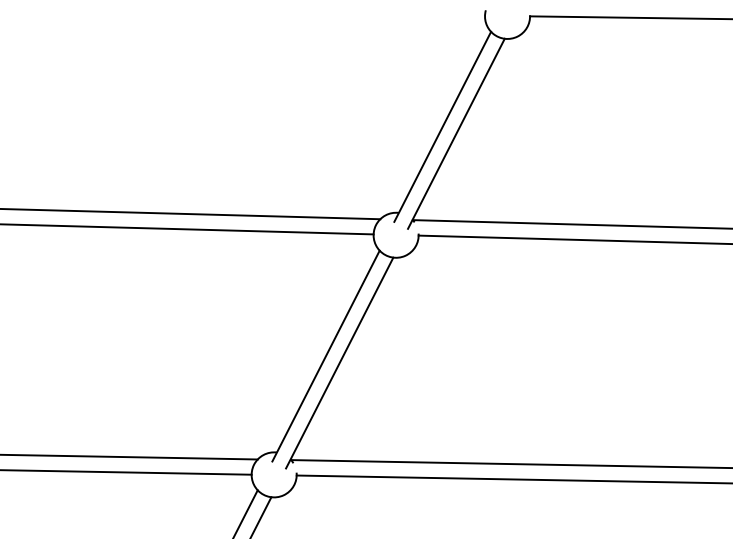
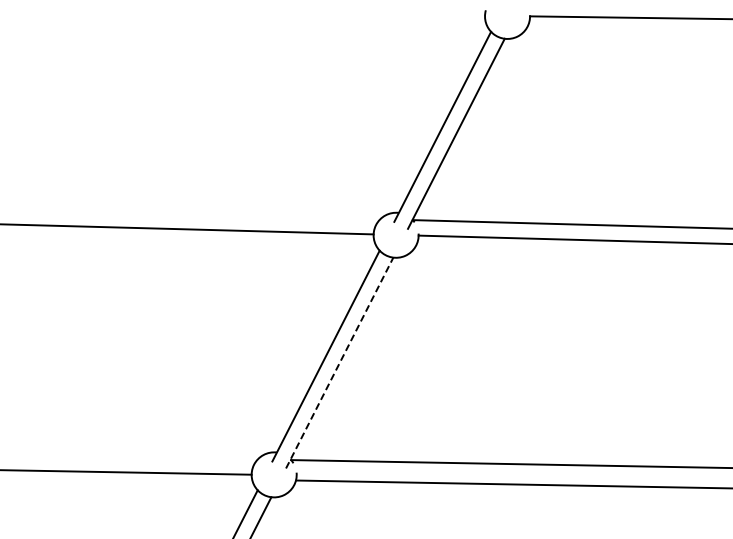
line at (191, 214): present -> none
line at (339, 362): solid -> dashed
line at (129, 456): present -> none
line at (512, 479) position: (512, 479) -> (512, 484)
